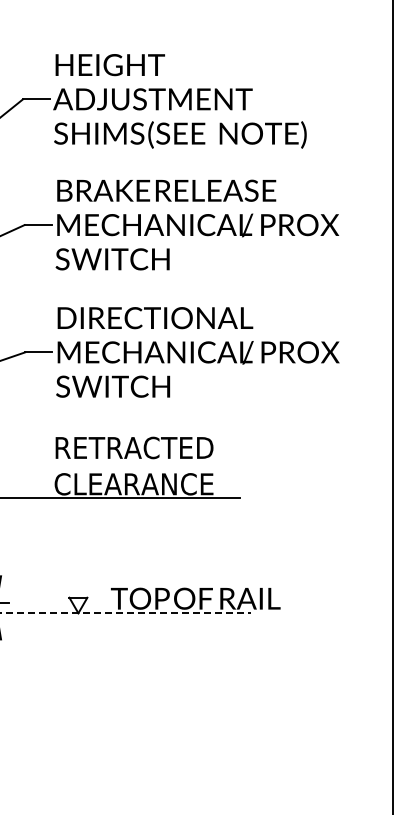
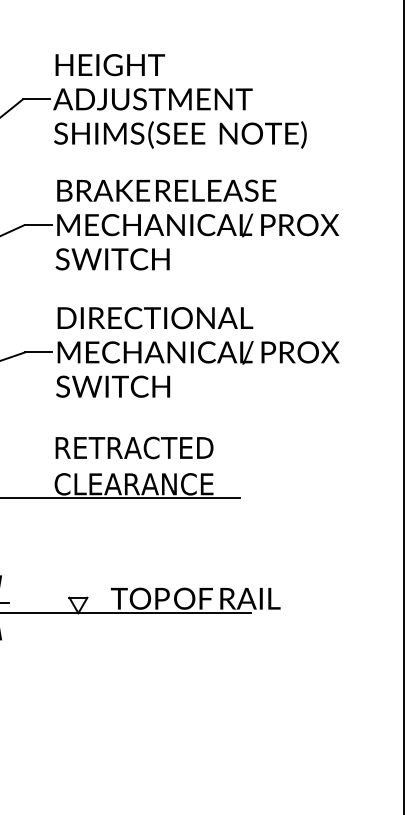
line at (392, 406) position: (392, 406) -> (403, 406)
line at (126, 613): dashed -> solid
